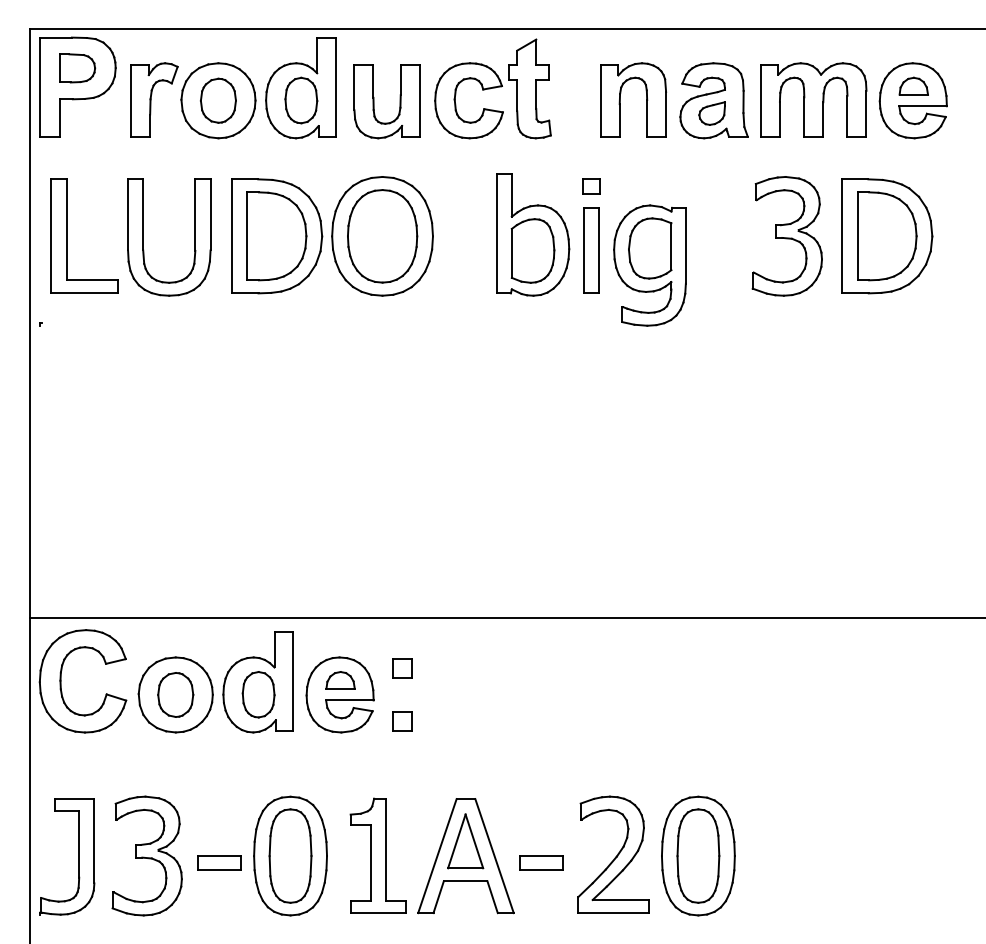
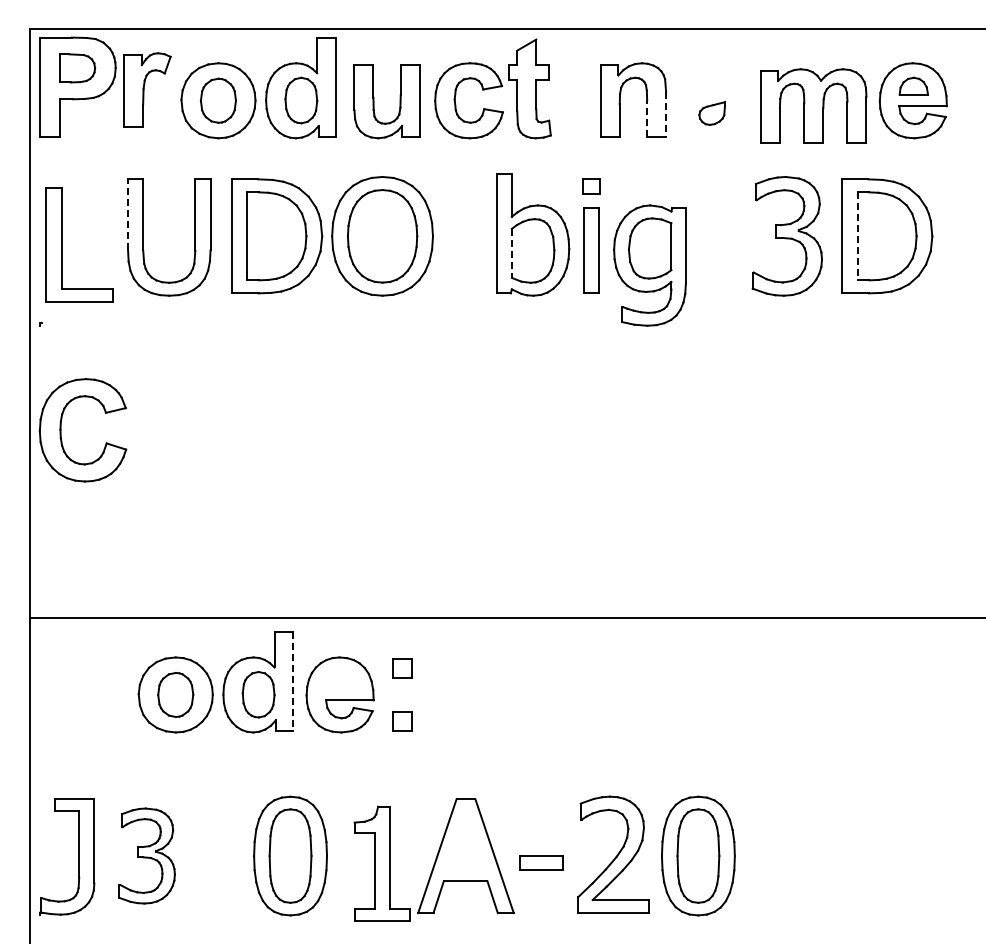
part at (154, 99) position: (154, 99) -> (147, 89)
part at (813, 99) position: (813, 99) -> (813, 105)
part at (713, 100): present -> none
line at (666, 114): solid -> dashed
line at (647, 117): solid -> dashed
line at (128, 214): solid -> dashed
part at (67, 235) position: (67, 235) -> (62, 244)
line at (857, 236): solid -> dashed
line at (511, 253): solid -> dashed
part at (340, 680): present -> none
part at (61, 681) position: (61, 681) -> (61, 430)
line at (293, 681): solid -> dashed
part at (465, 841): present -> none
part at (146, 855) size: 72x122 px -> 58x98 px
part at (377, 855) position: (377, 855) -> (381, 863)
part at (219, 862): present -> none
